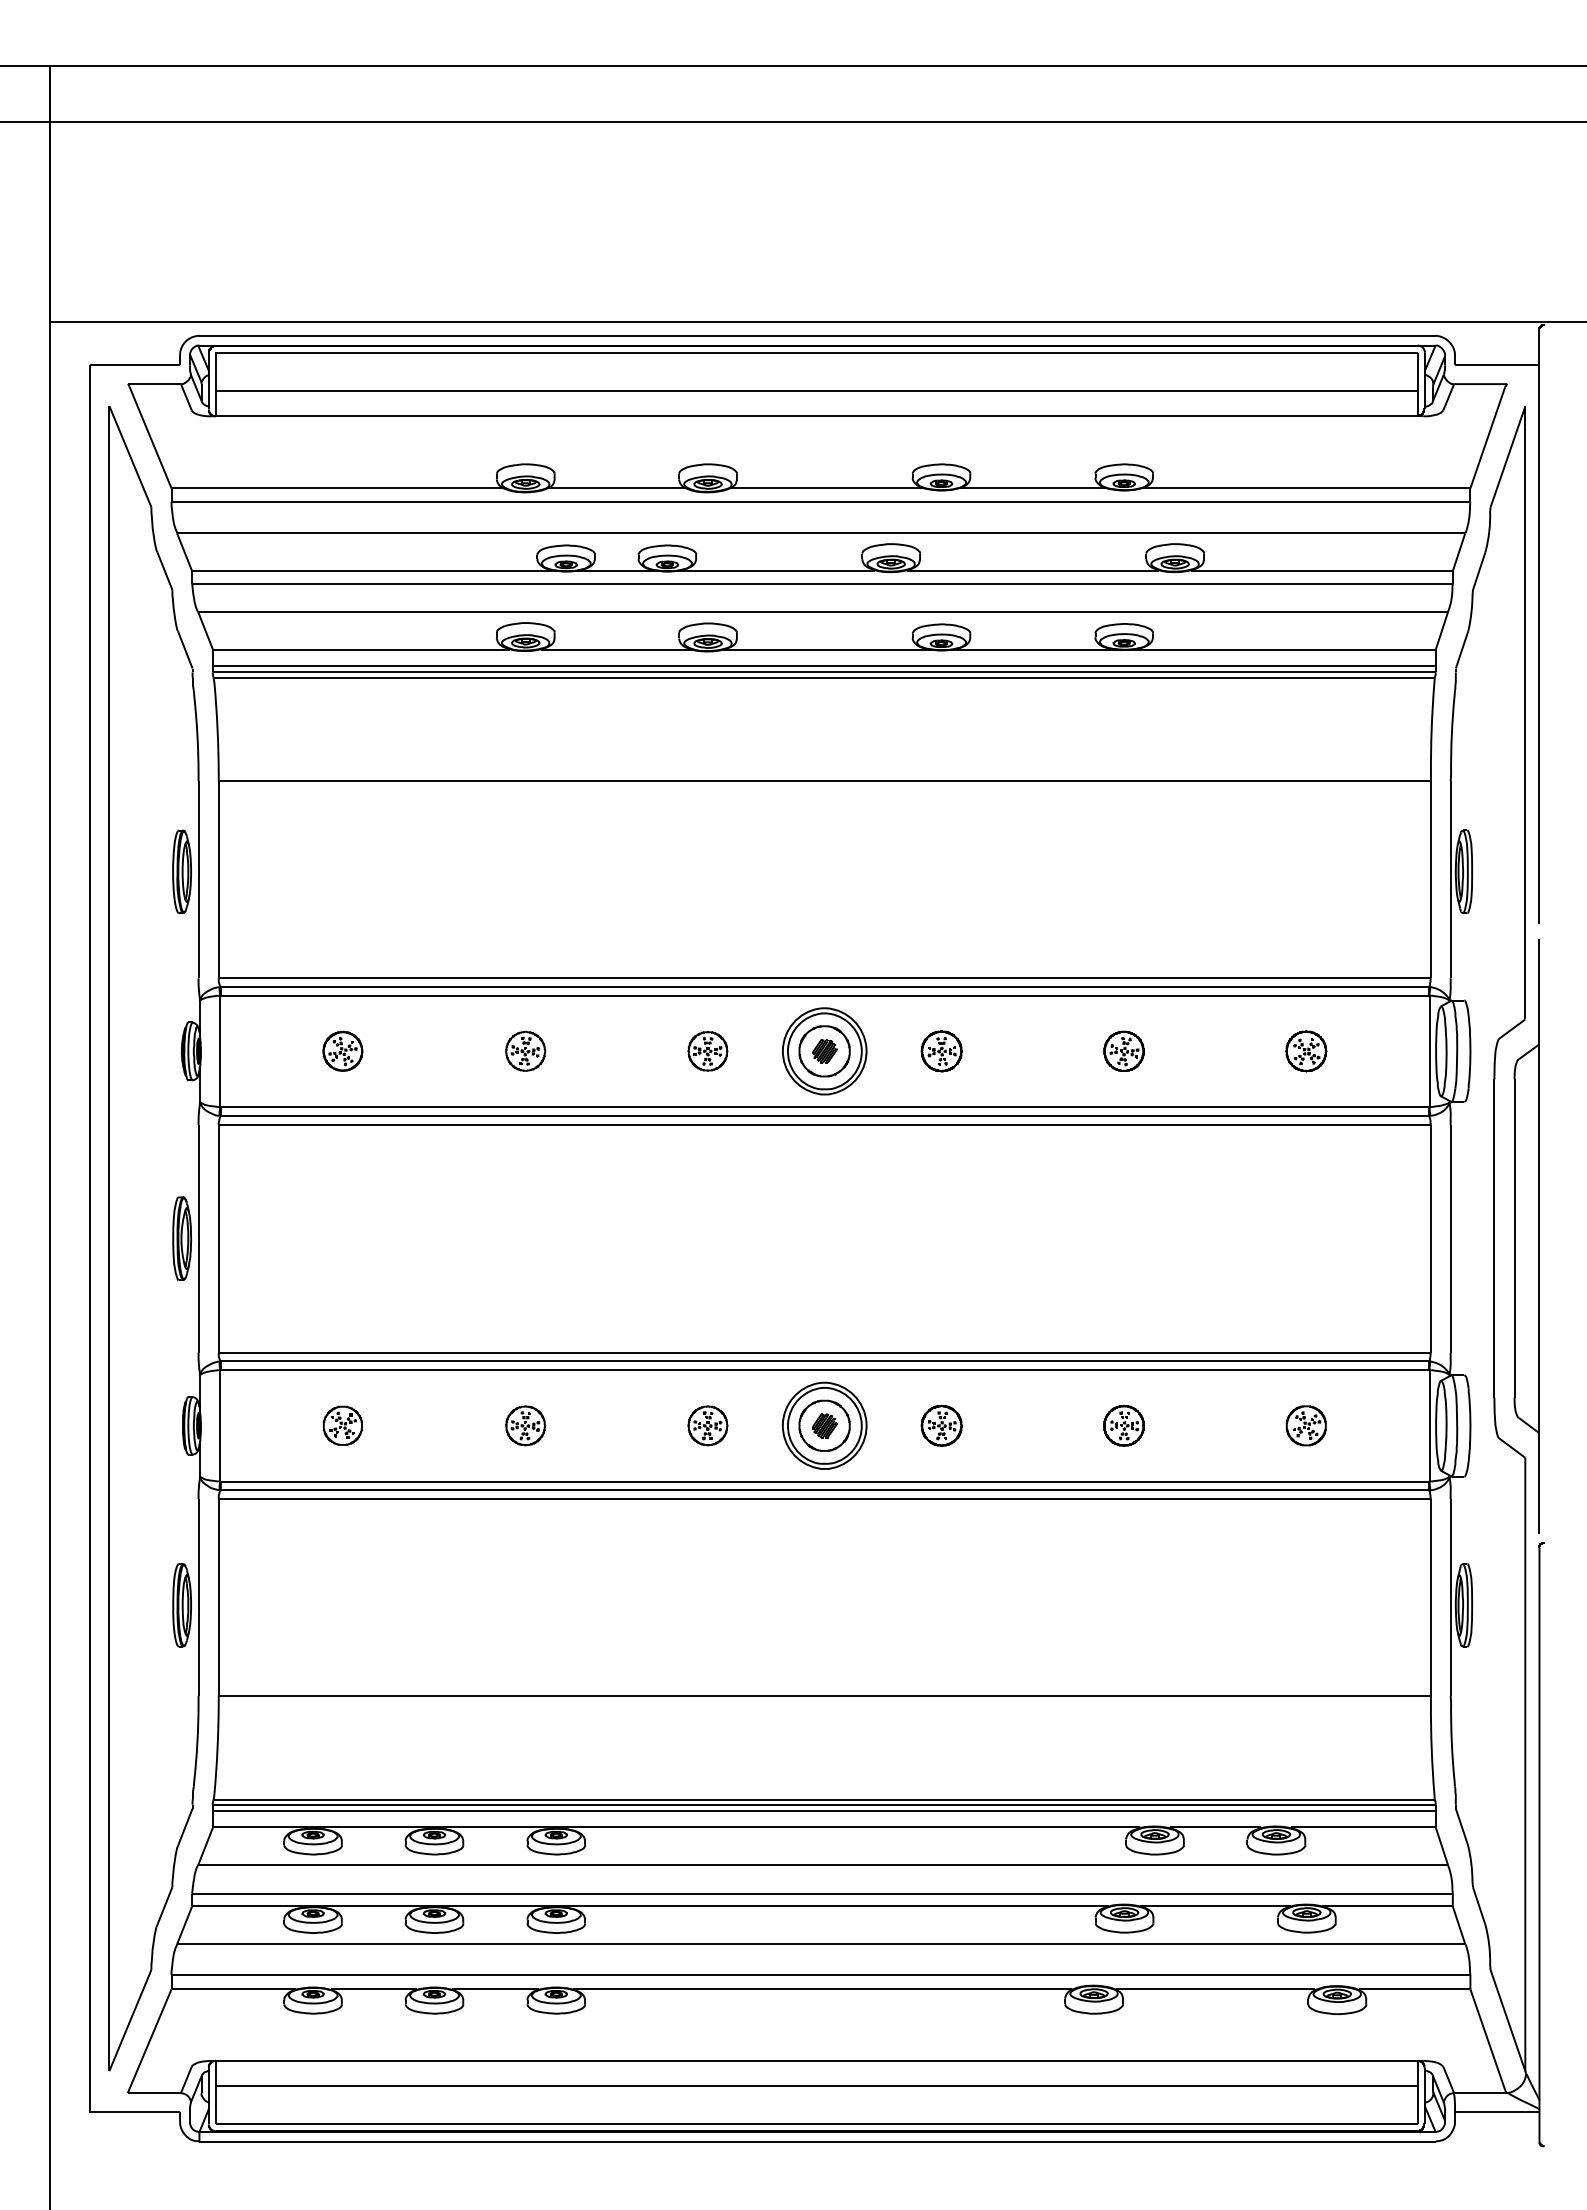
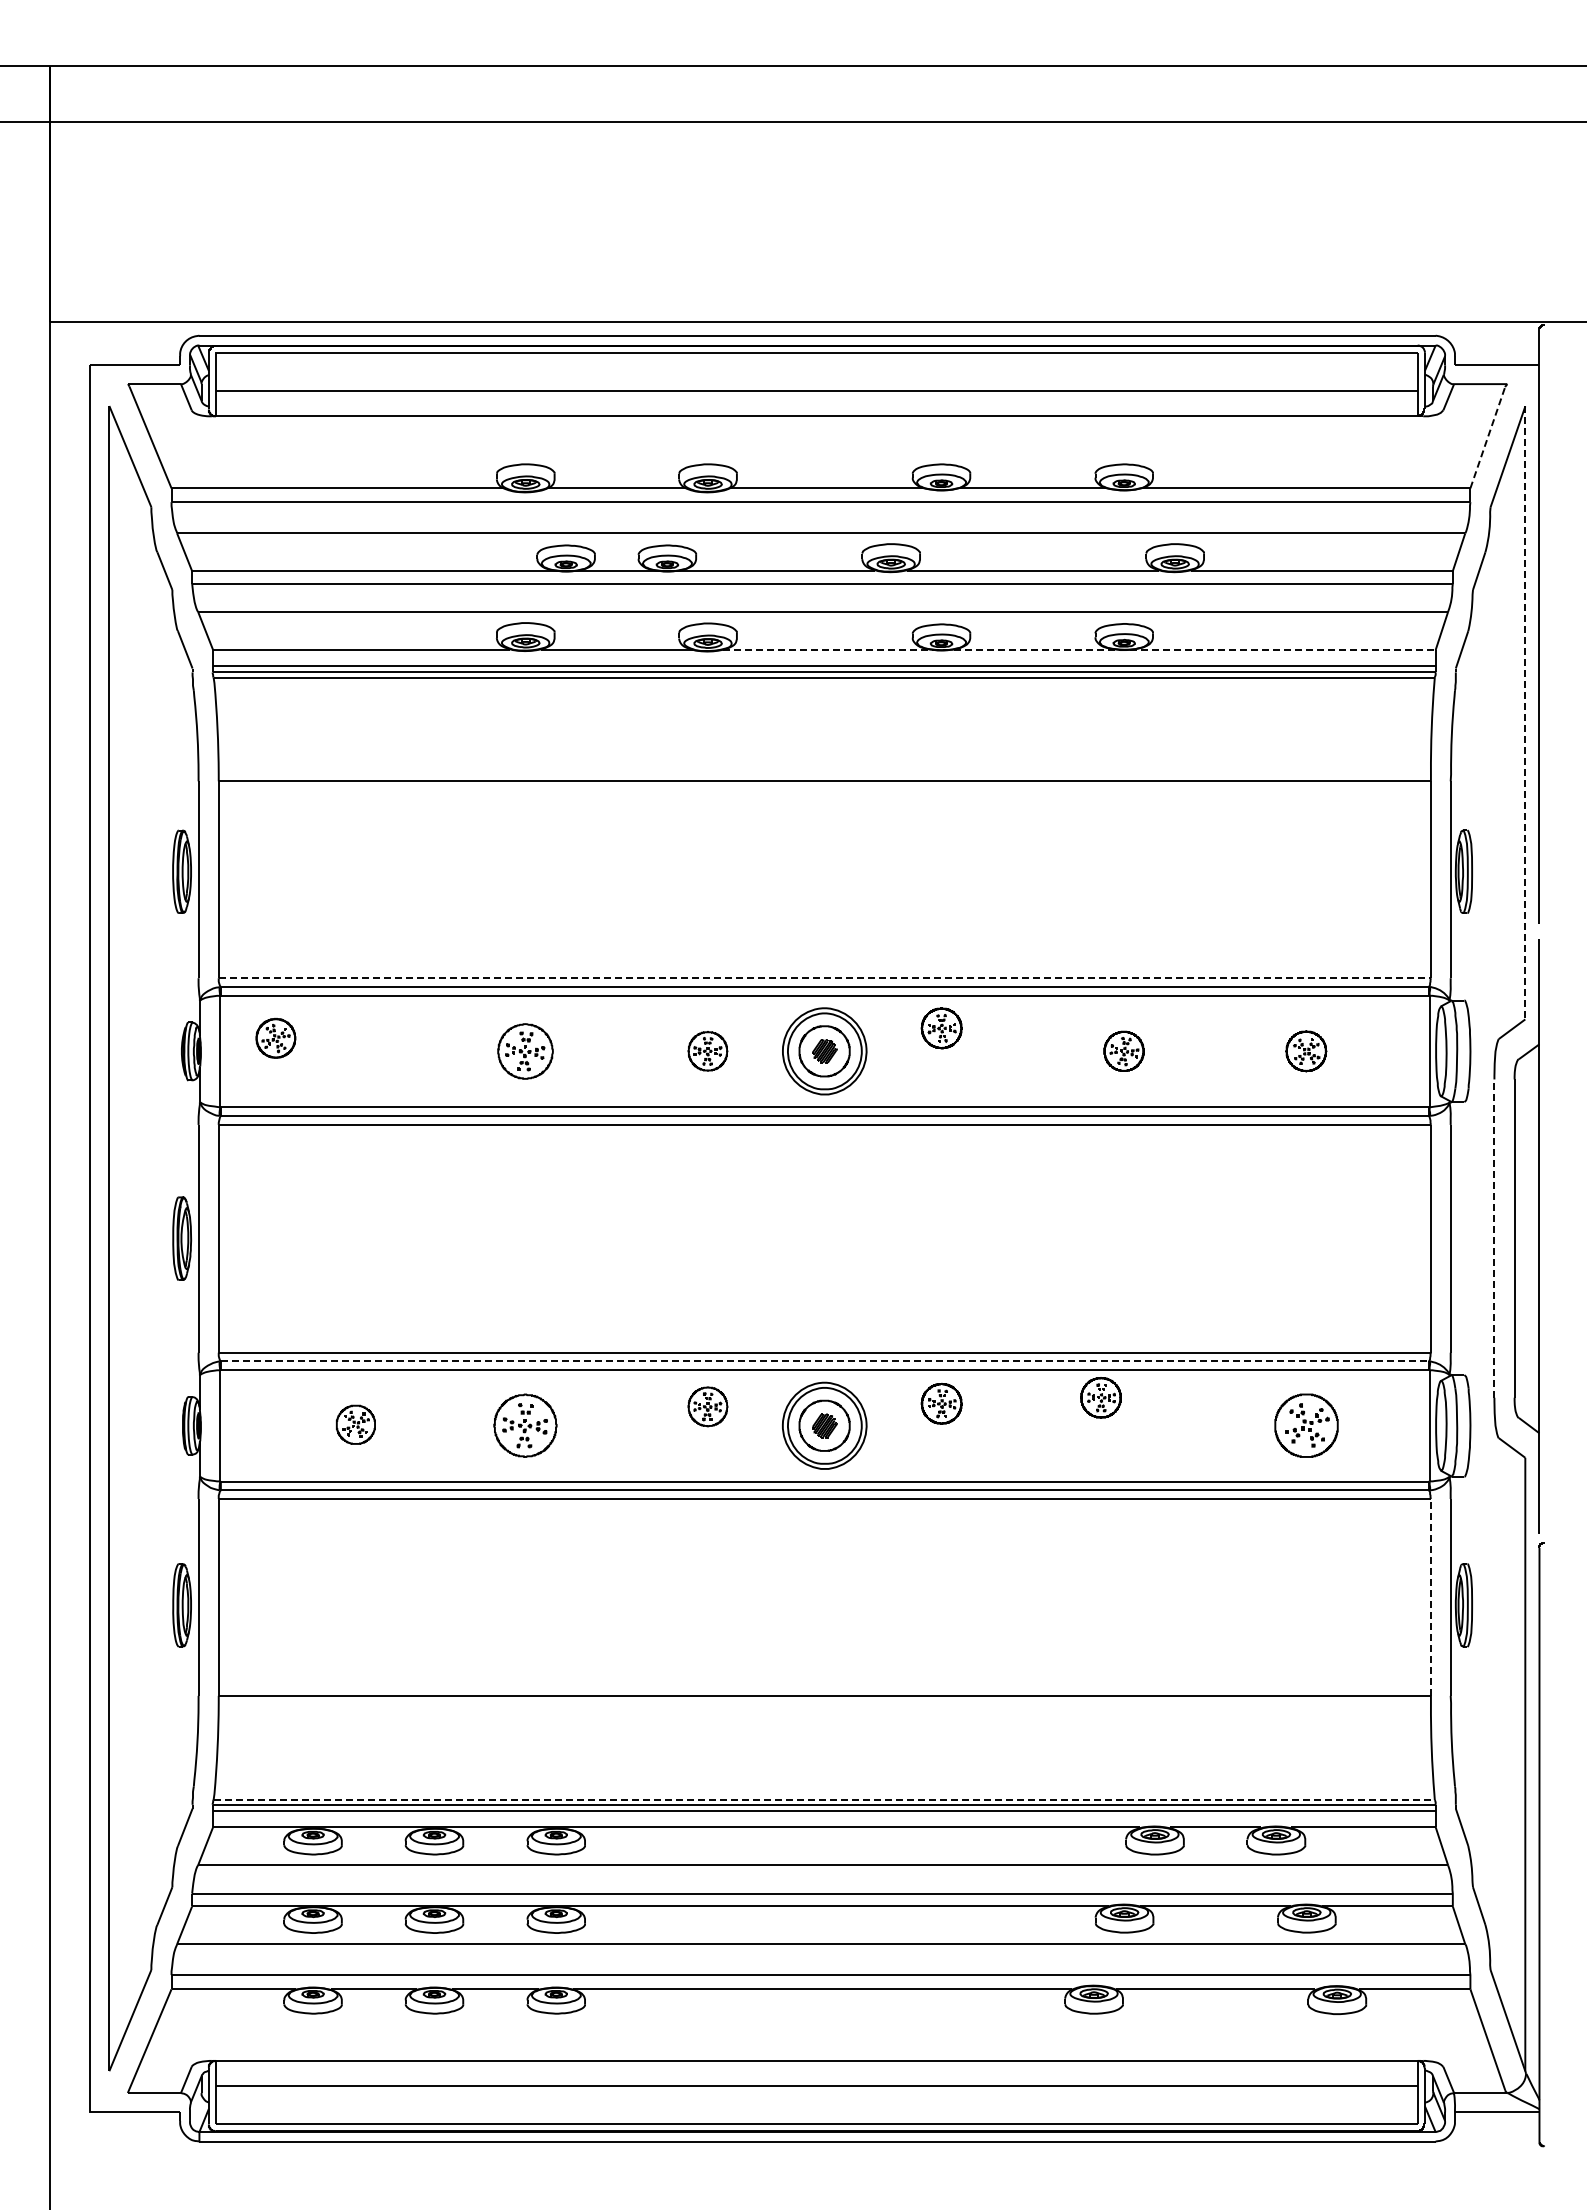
line at (1487, 437): solid -> dashed
line at (1079, 650): solid -> dashed
line at (1525, 713): solid -> dashed
line at (825, 978): solid -> dashed
part at (525, 1050) size: 42x42 px -> 57x57 px
part at (342, 1051) position: (342, 1051) -> (275, 1038)
part at (941, 1051) position: (941, 1051) -> (941, 1028)
line at (1494, 1238): solid -> dashed
line at (824, 1361): solid -> dashed
part at (342, 1425) position: (342, 1425) -> (355, 1424)
part at (525, 1425) size: 42x42 px -> 65x65 px
part at (707, 1425) position: (707, 1425) -> (707, 1406)
part at (941, 1425) position: (941, 1425) -> (941, 1403)
part at (1123, 1425) position: (1123, 1425) -> (1100, 1397)
part at (1305, 1425) size: 42x42 px -> 65x65 px
line at (1430, 1596): solid -> dashed
line at (824, 1800): solid -> dashed
